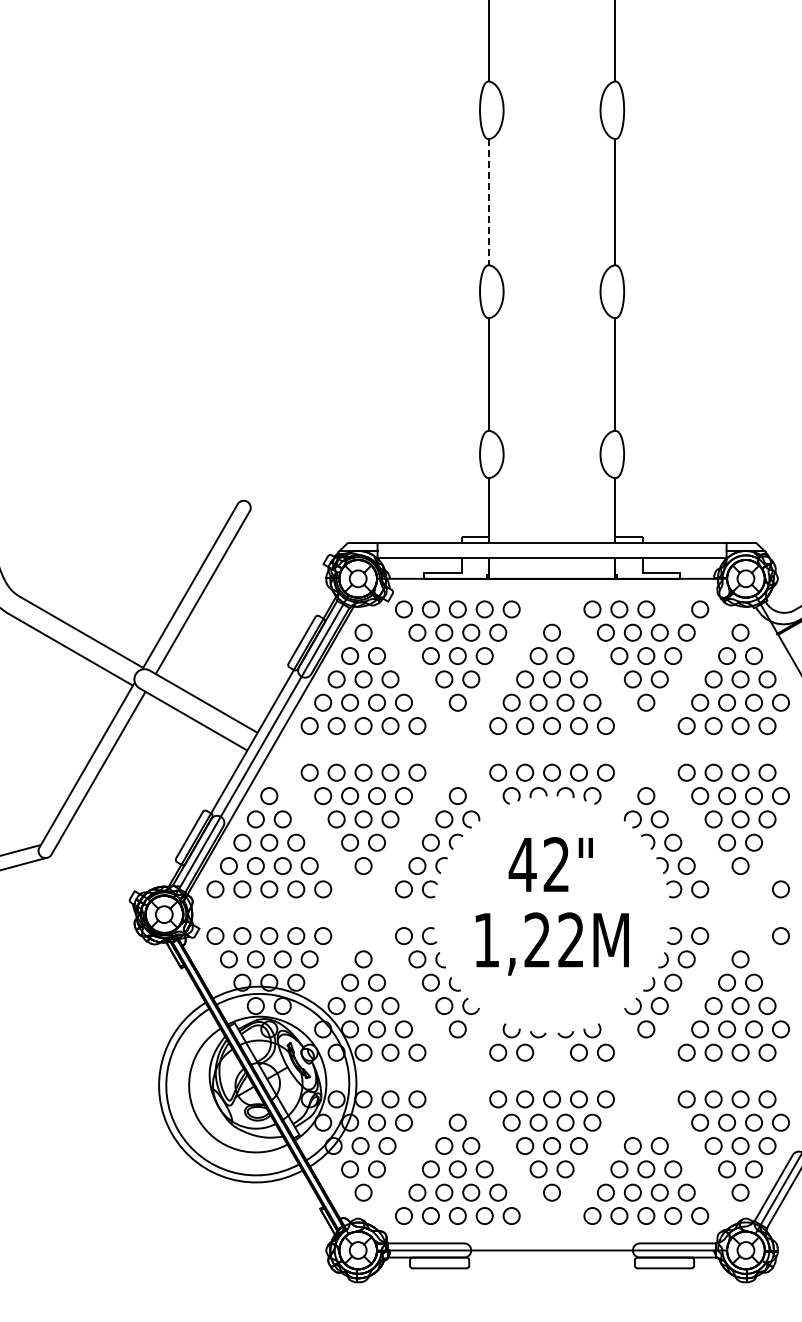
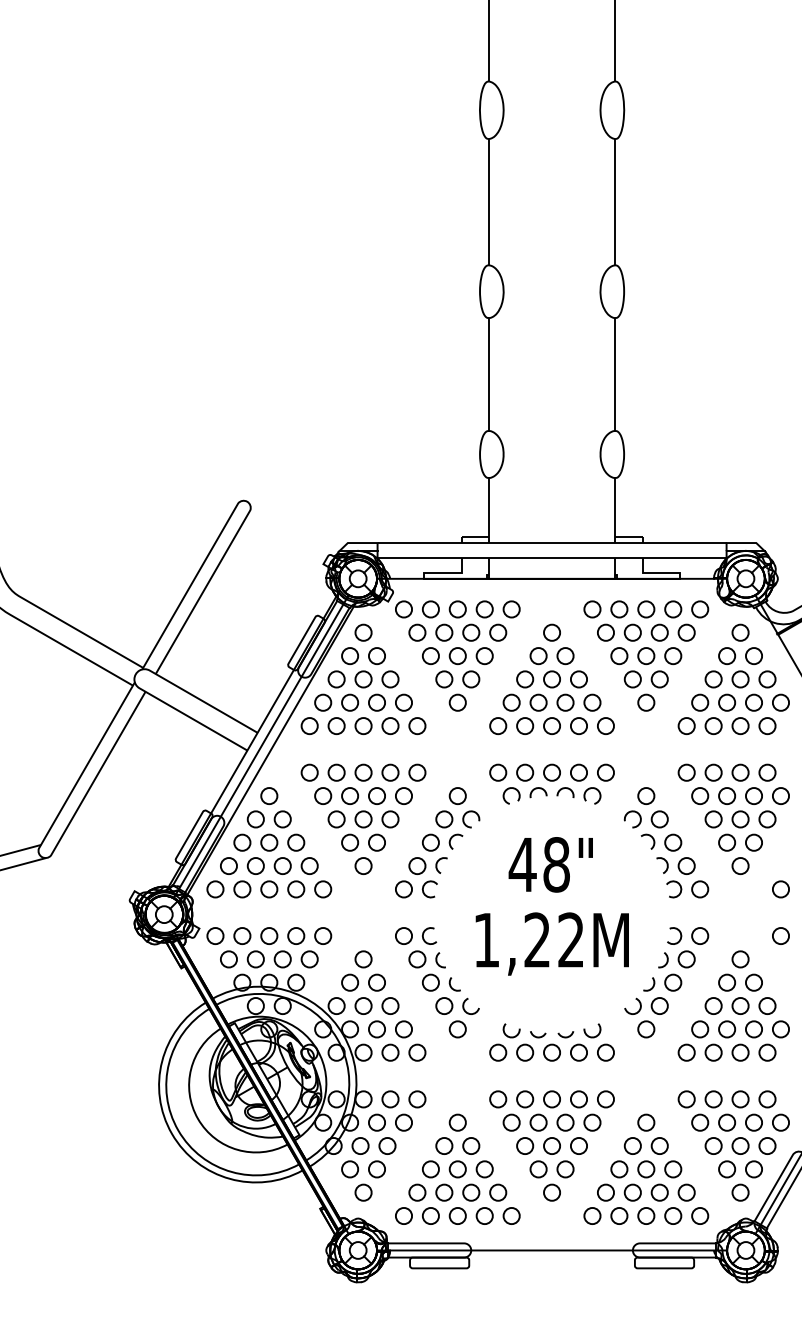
line at (488, 202): dashed -> solid
circle at (673, 609): none -> present
text at (556, 864): 42" -> 48"
circle at (551, 1052): none -> present
circle at (646, 1122): none -> present
